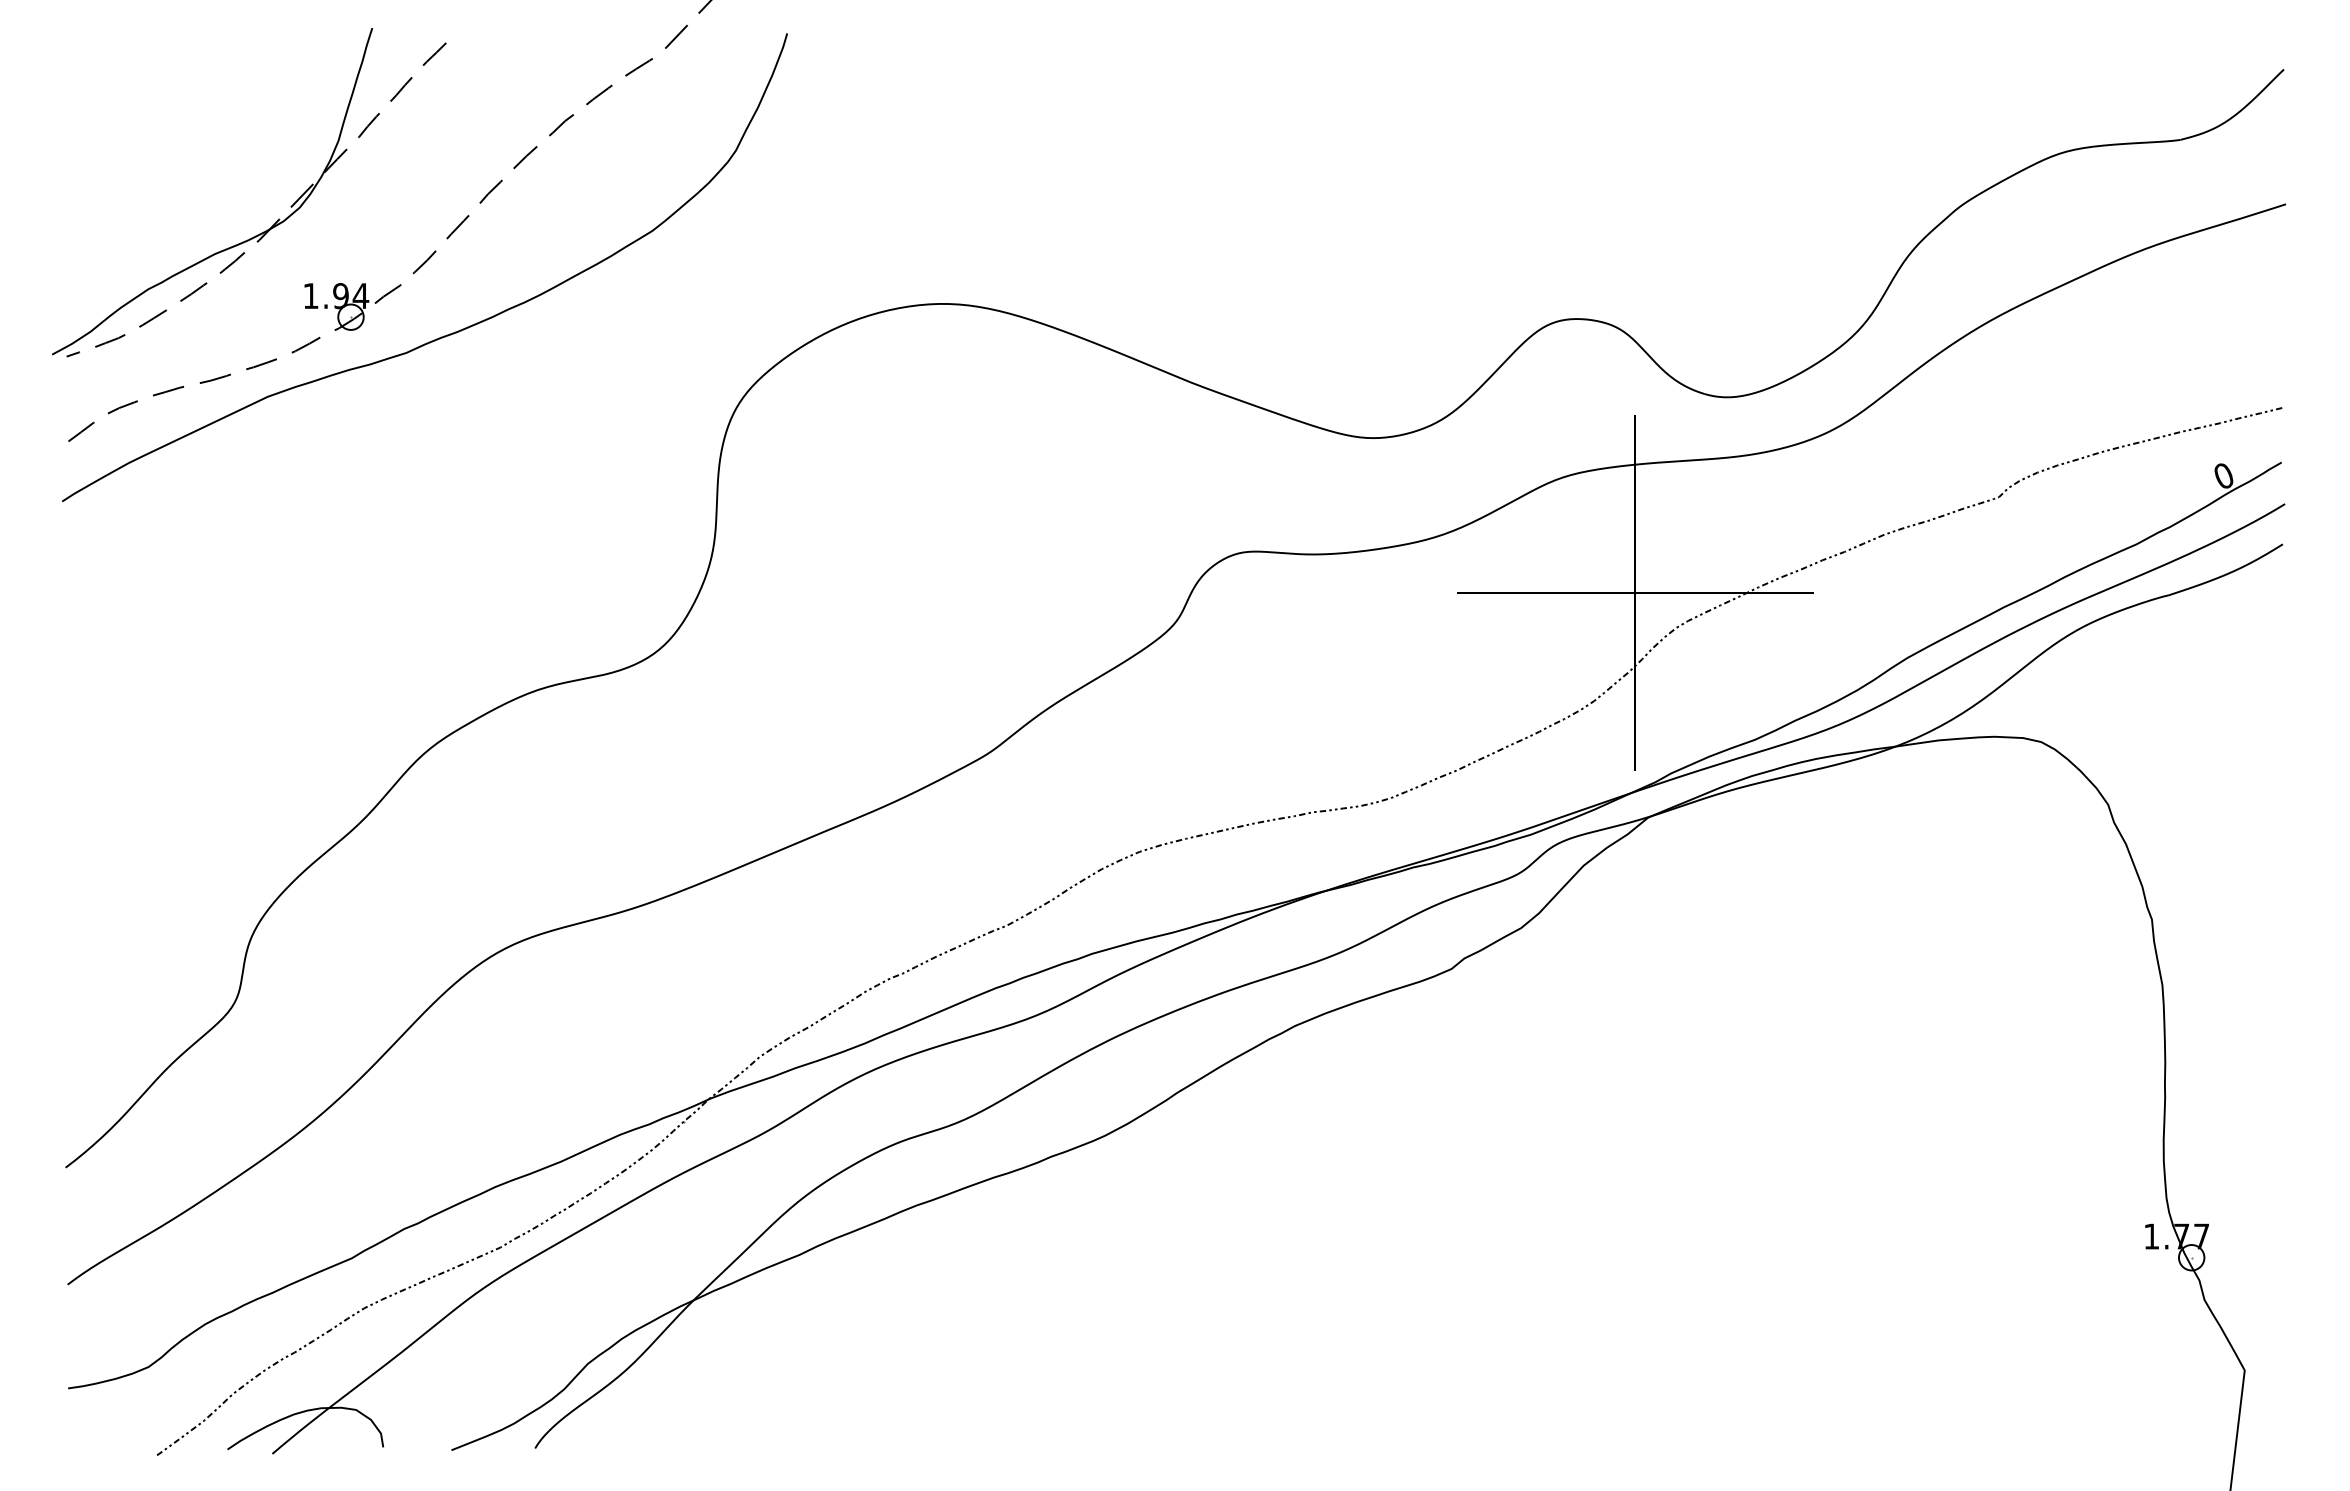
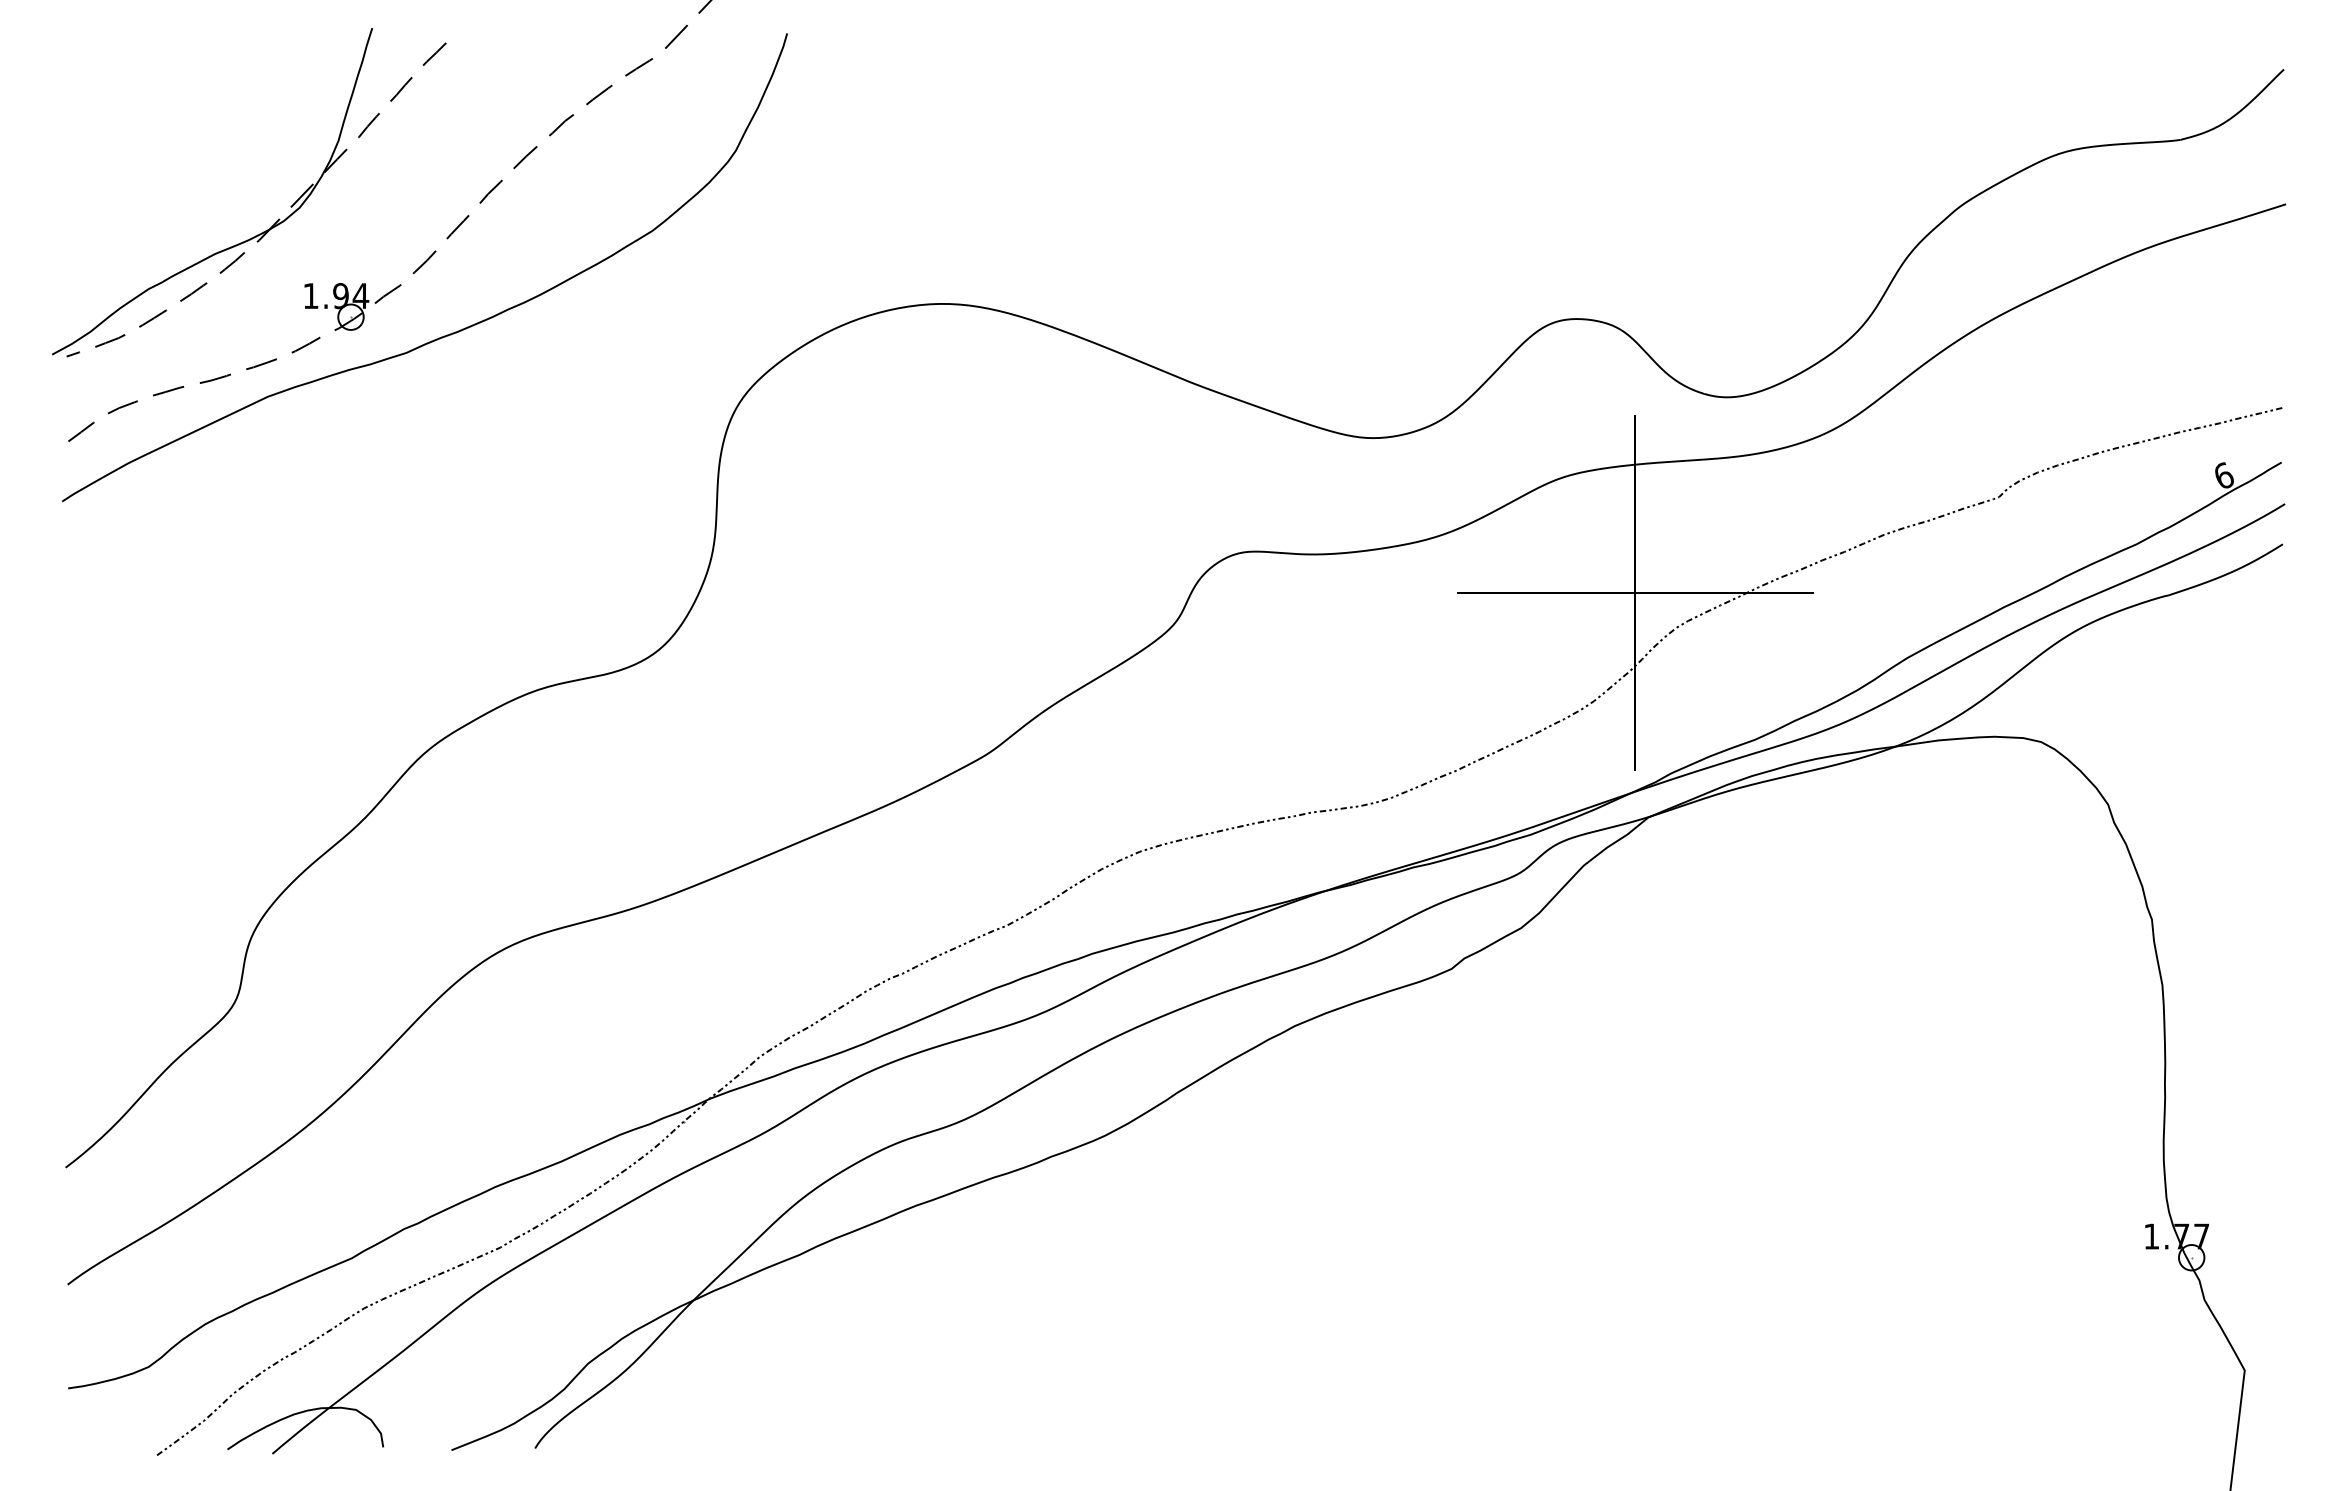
text at (2223, 475): 0 -> 9
